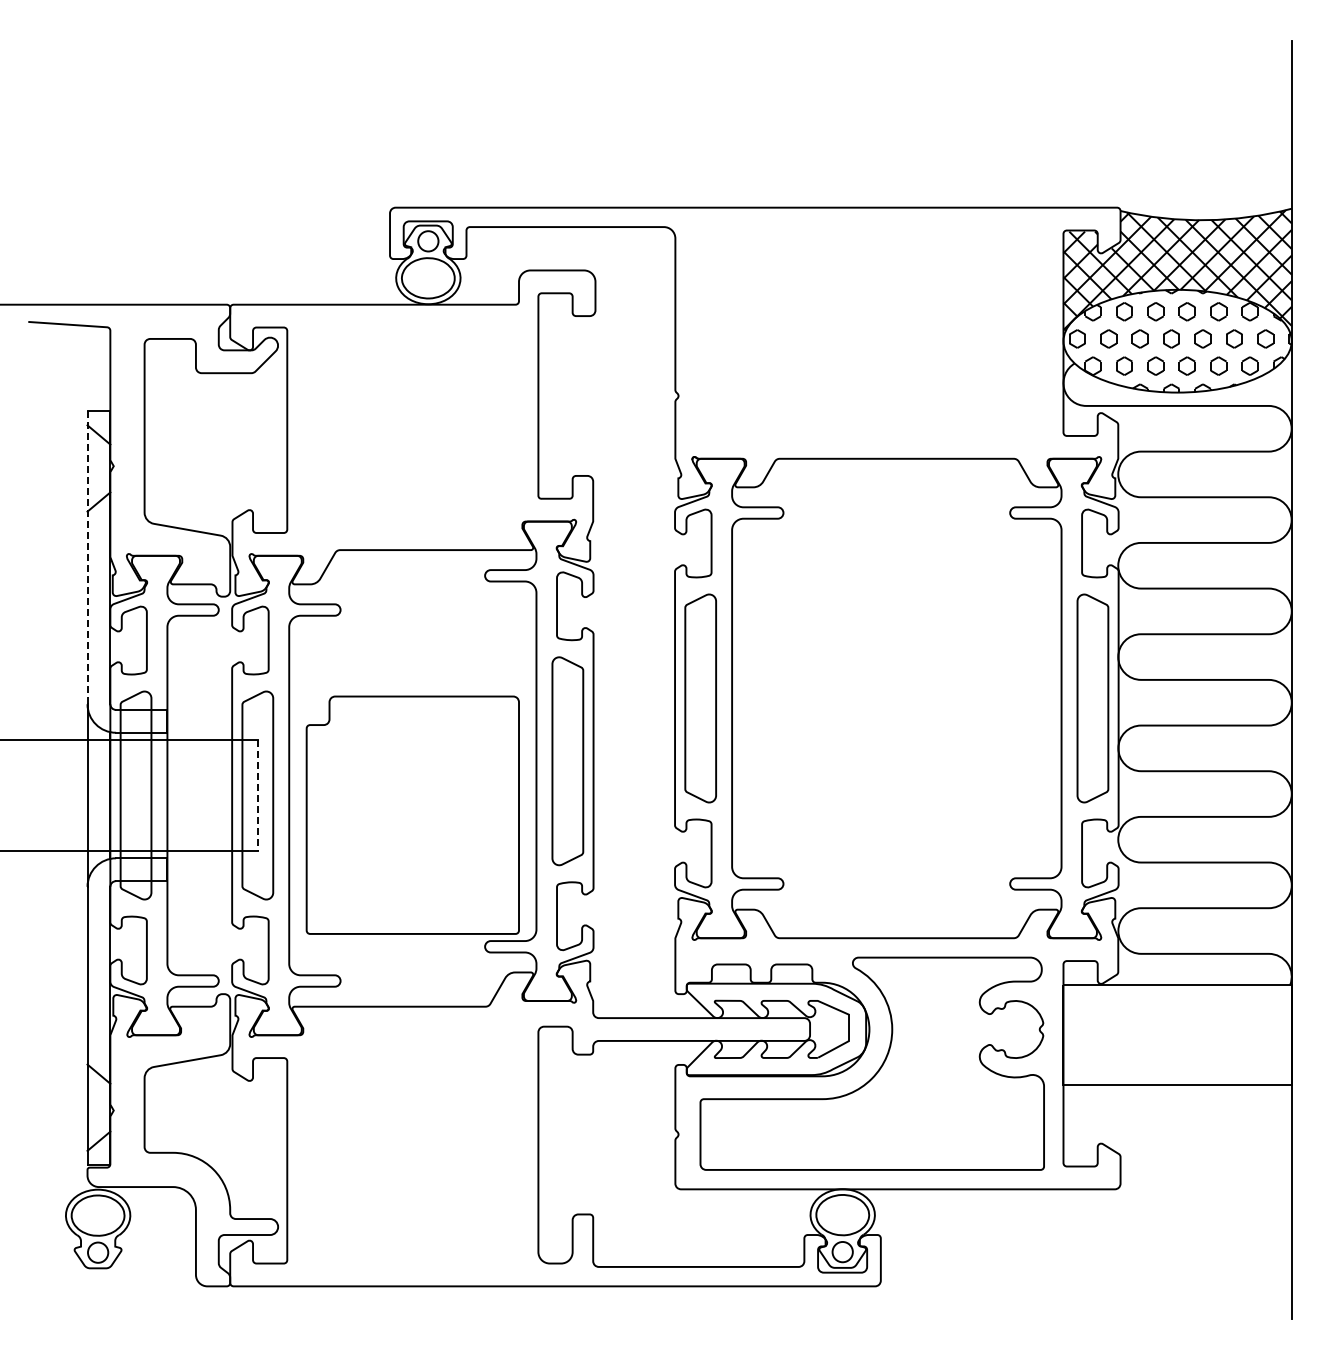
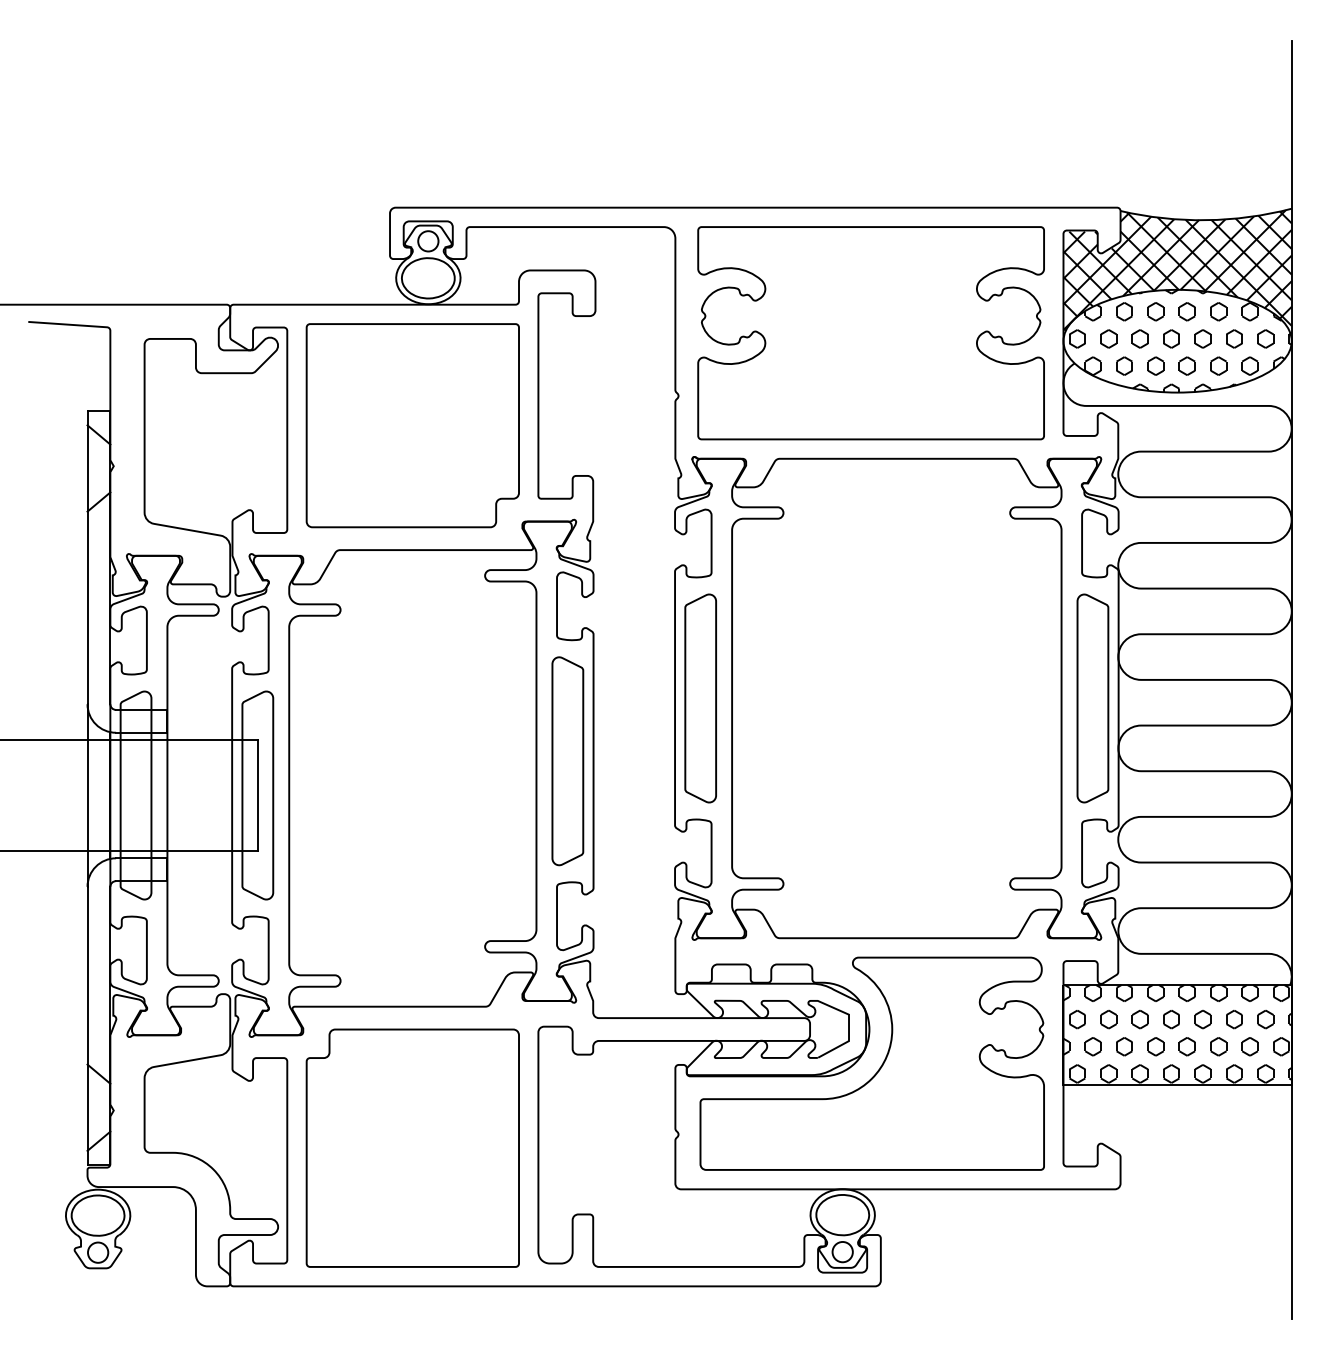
part at (870, 333): none -> present
part at (412, 425): none -> present
line at (87, 557): dashed -> solid
line at (257, 796): dashed -> solid
part at (412, 814) position: (412, 814) -> (412, 1147)
hatch at (1177, 1033): none -> present
